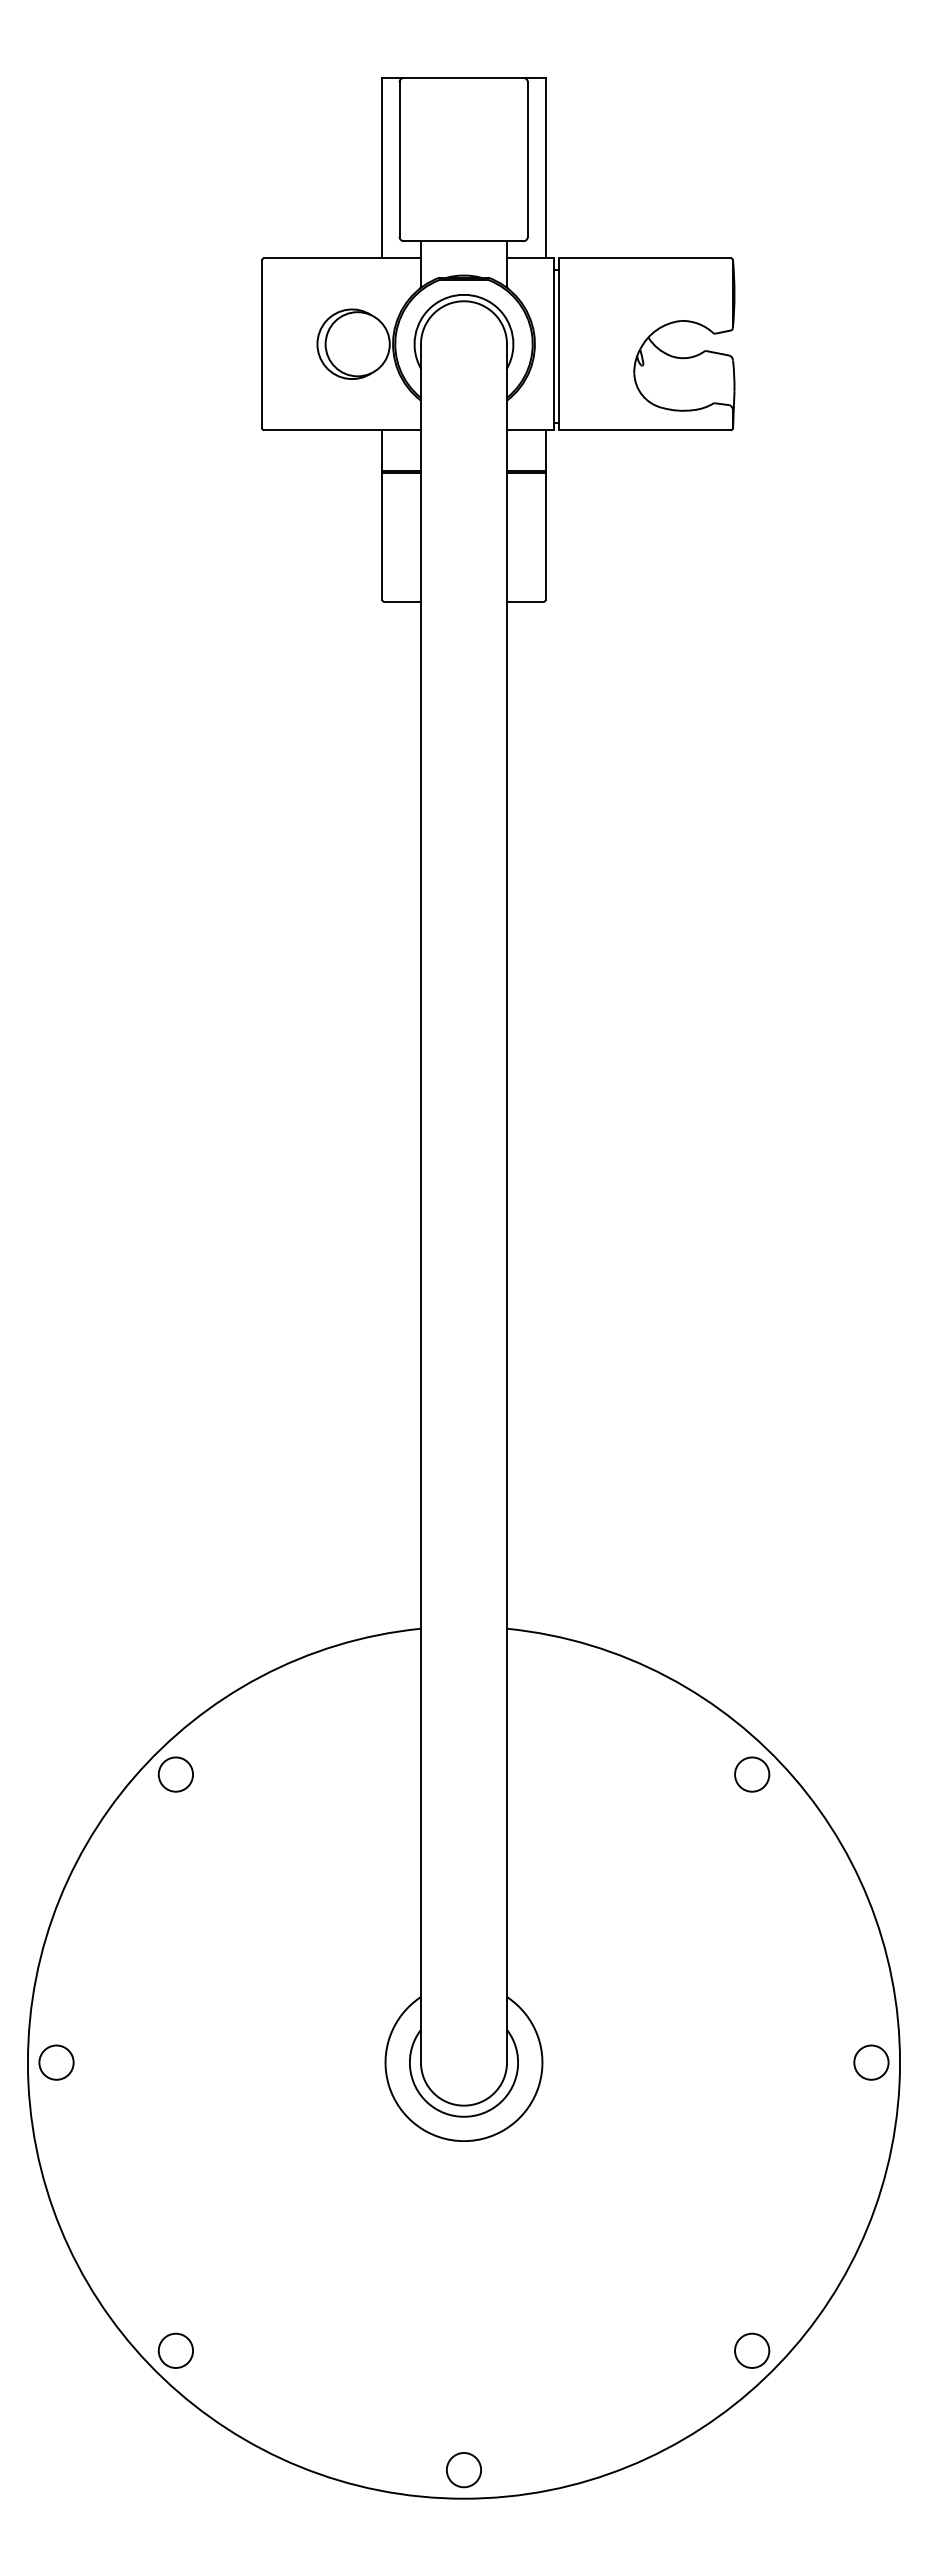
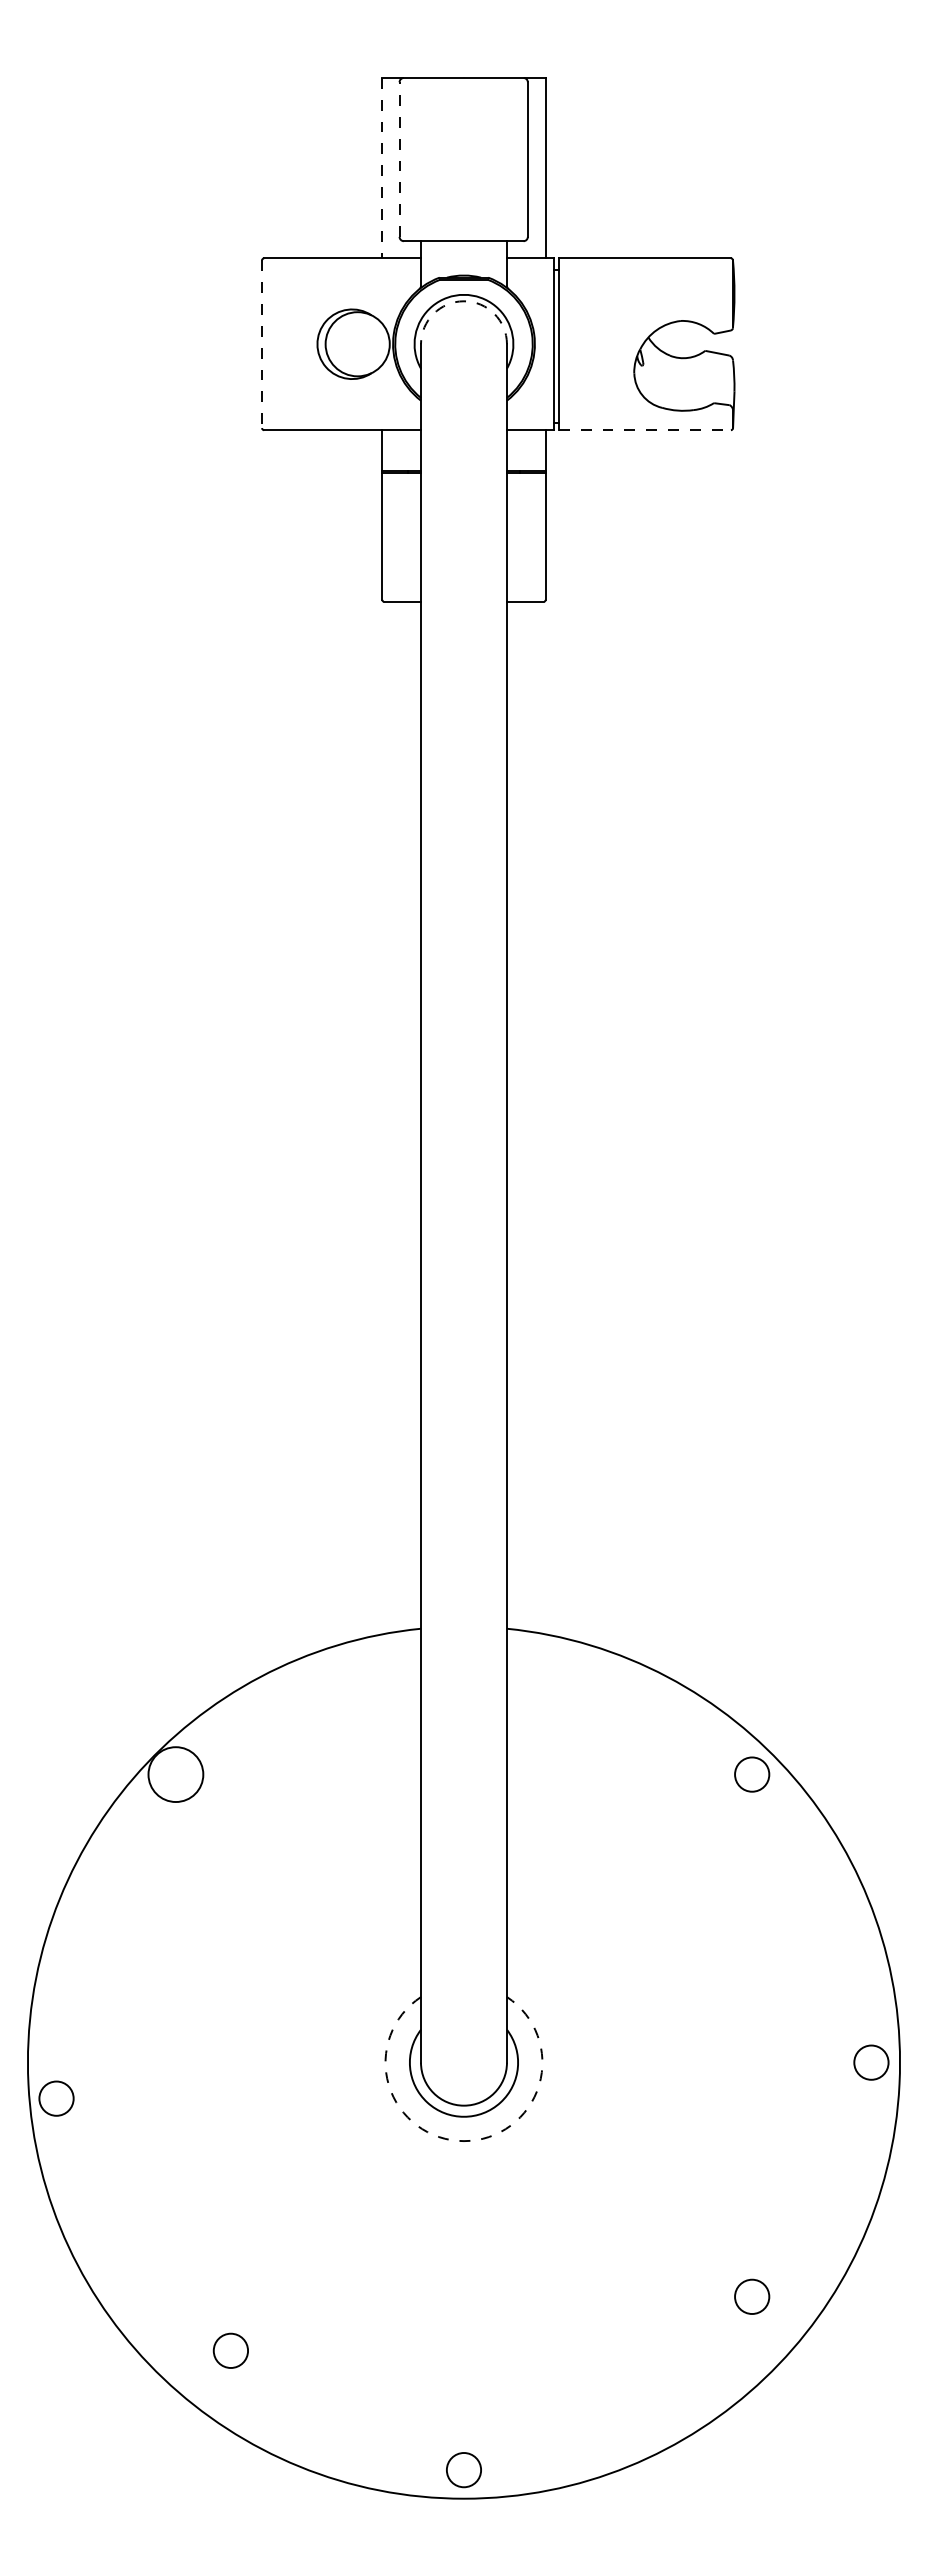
line at (399, 159): solid -> dashed
line at (382, 168): solid -> dashed
arc at (463, 301): solid -> dashed
line at (262, 344): solid -> dashed
line at (644, 430): solid -> dashed
circle at (175, 1774) diameter: 34 px -> 55 px
circle at (56, 2062) position: (56, 2062) -> (56, 2098)
arc at (463, 2141): solid -> dashed
circle at (175, 2350) position: (175, 2350) -> (230, 2350)
circle at (752, 2350) position: (752, 2350) -> (752, 2296)
